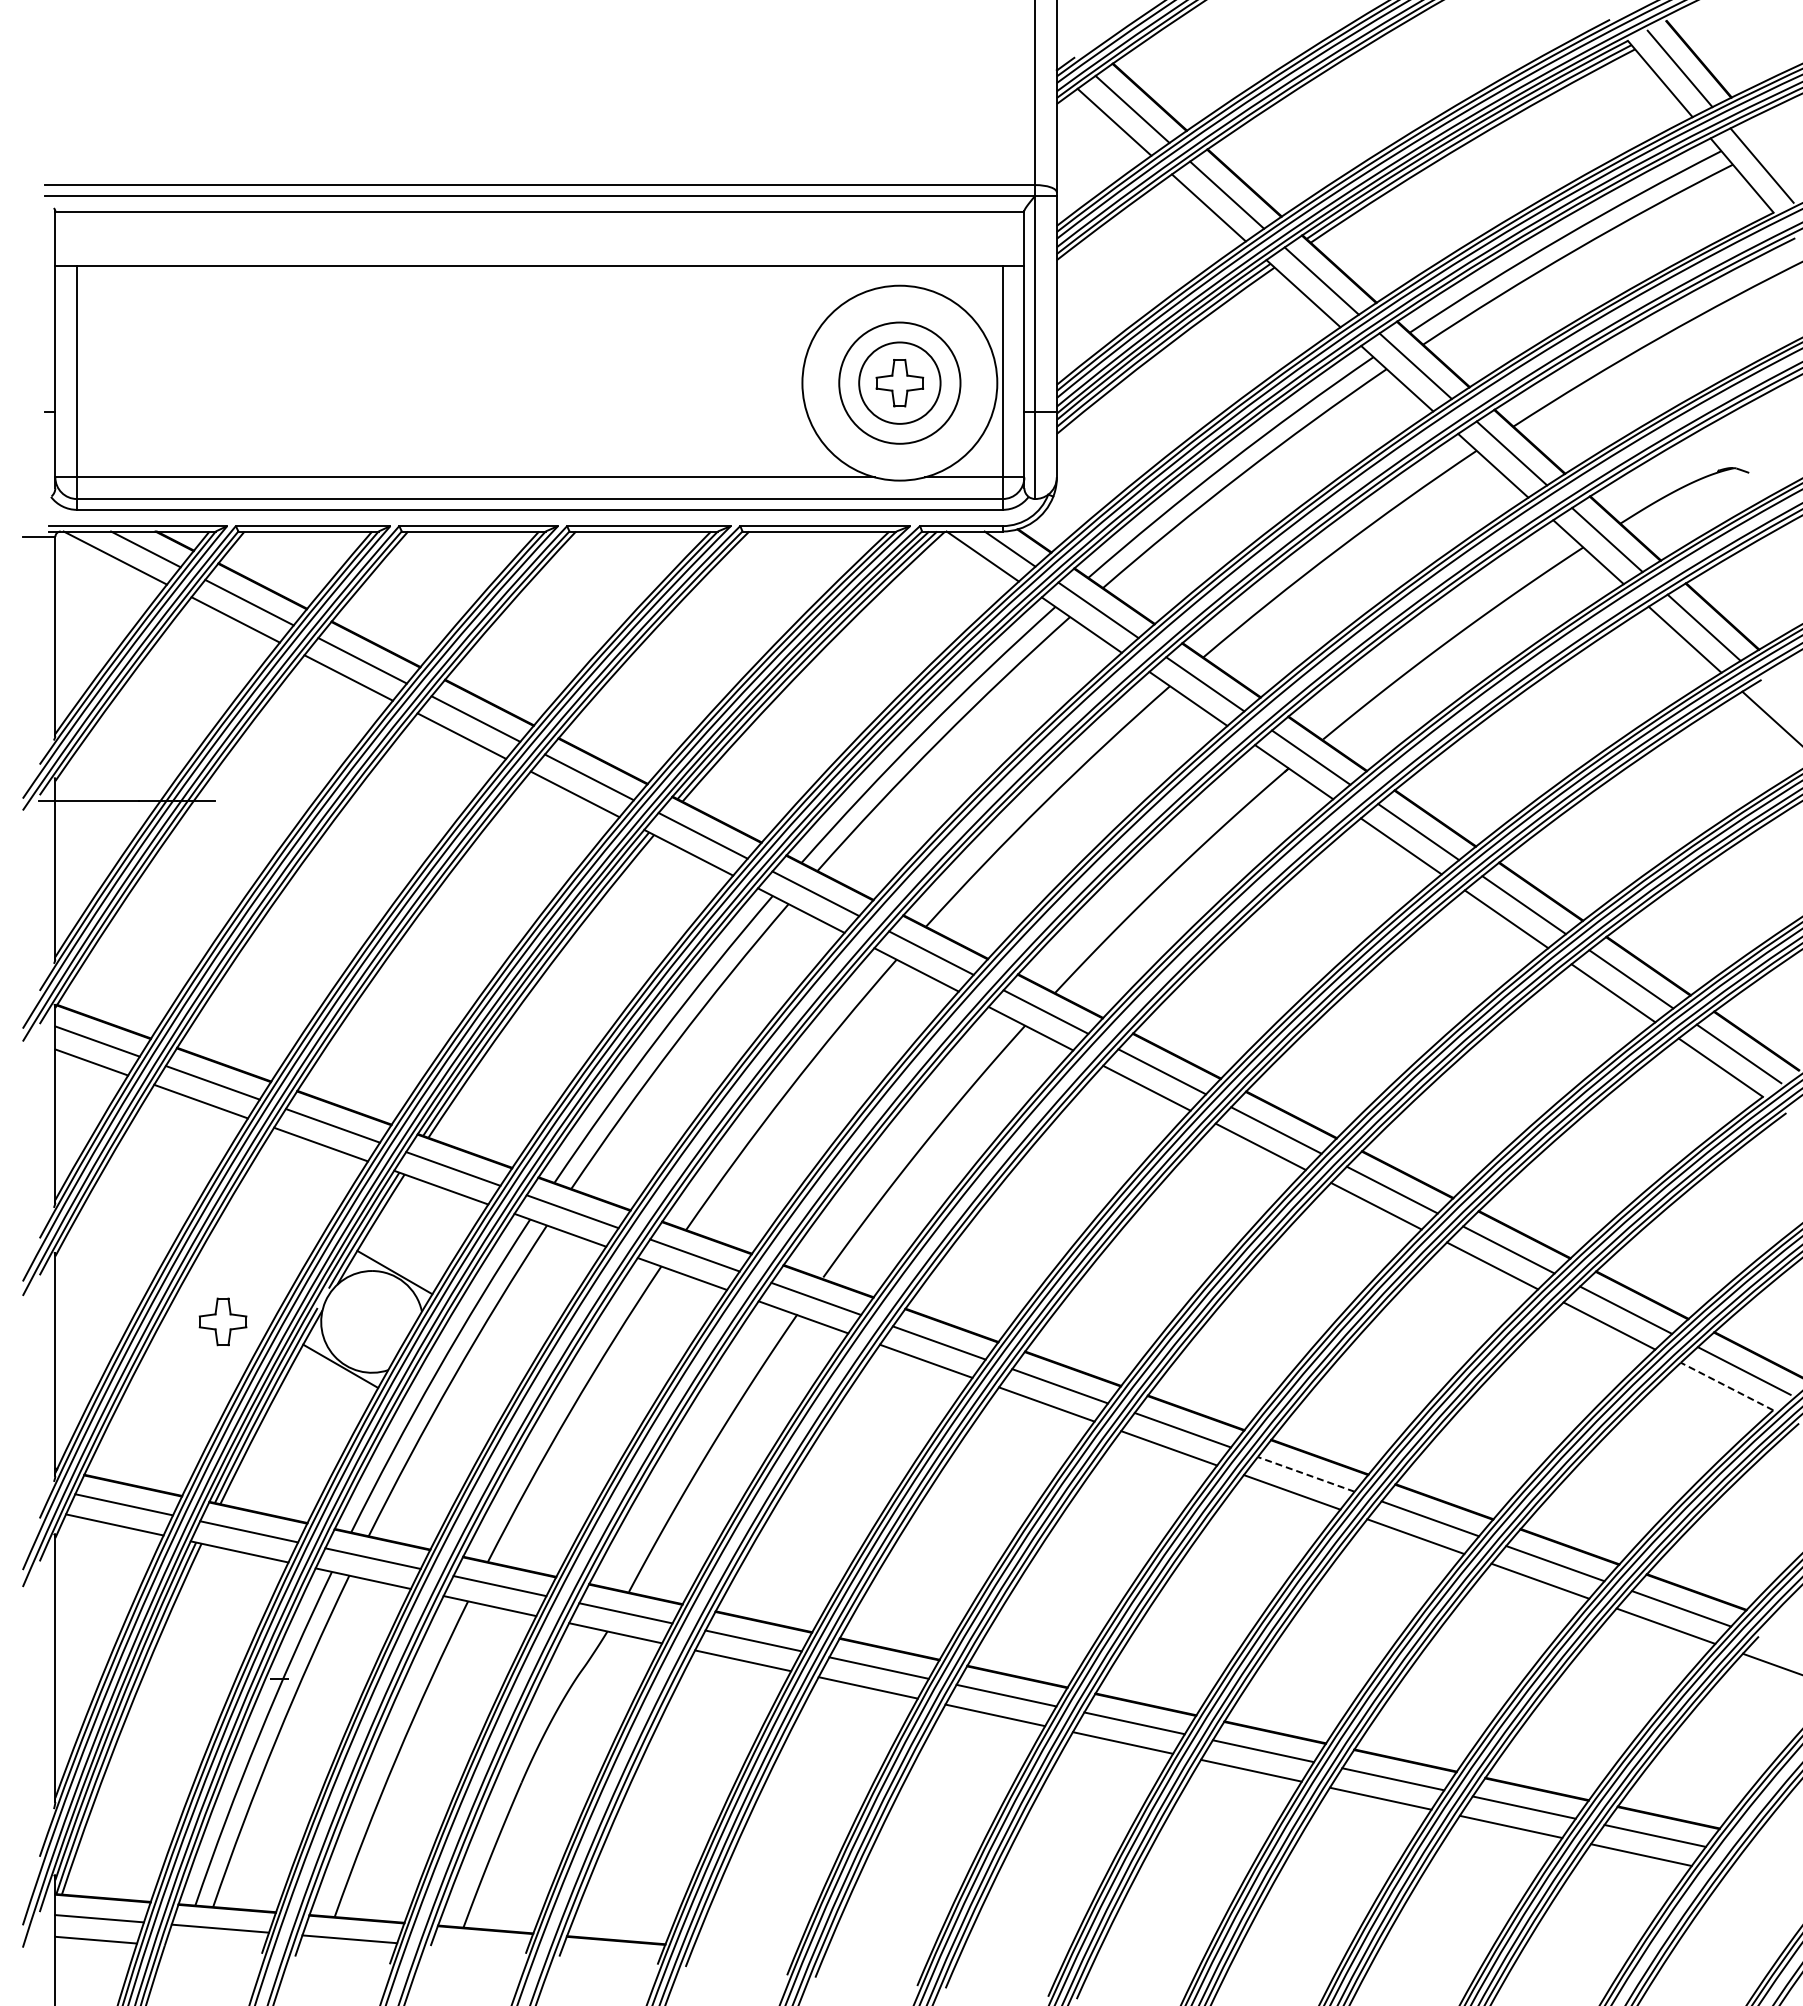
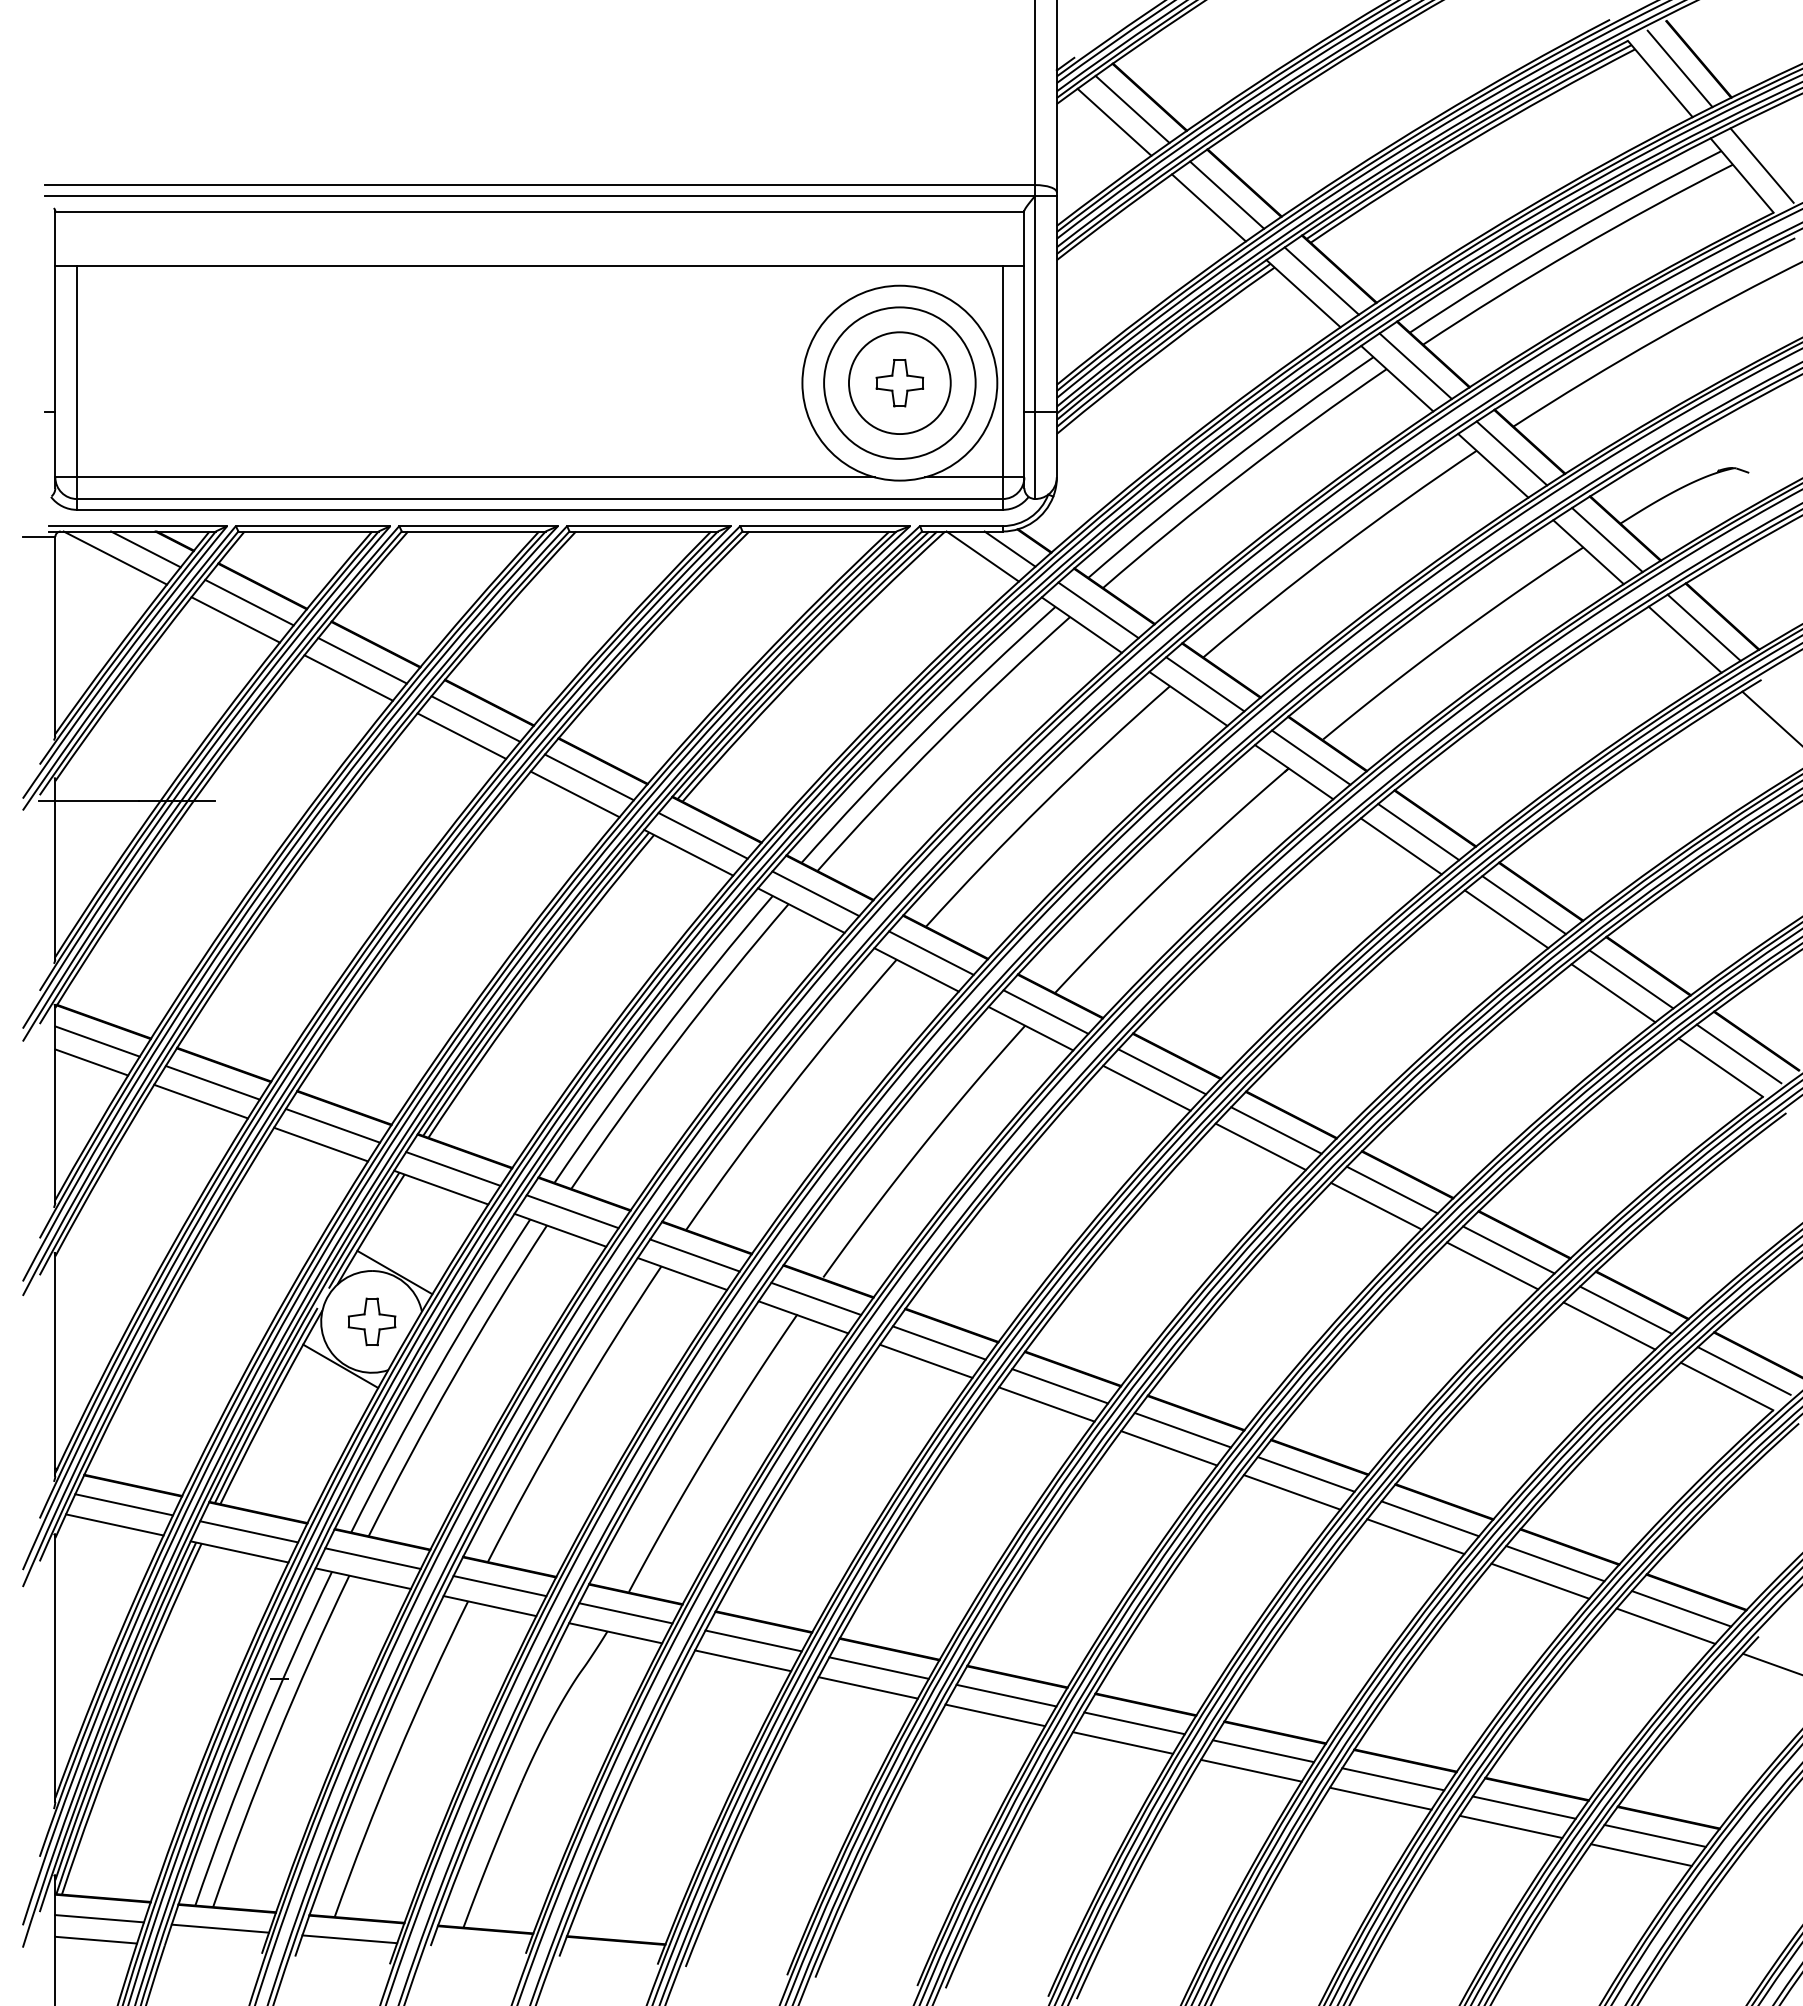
circle at (899, 382) diameter: 121 px -> 152 px
circle at (899, 382) diameter: 81 px -> 102 px
part at (222, 1321) position: (222, 1321) -> (371, 1321)
line at (1727, 1386): dashed -> solid
line at (1305, 1474): dashed -> solid
